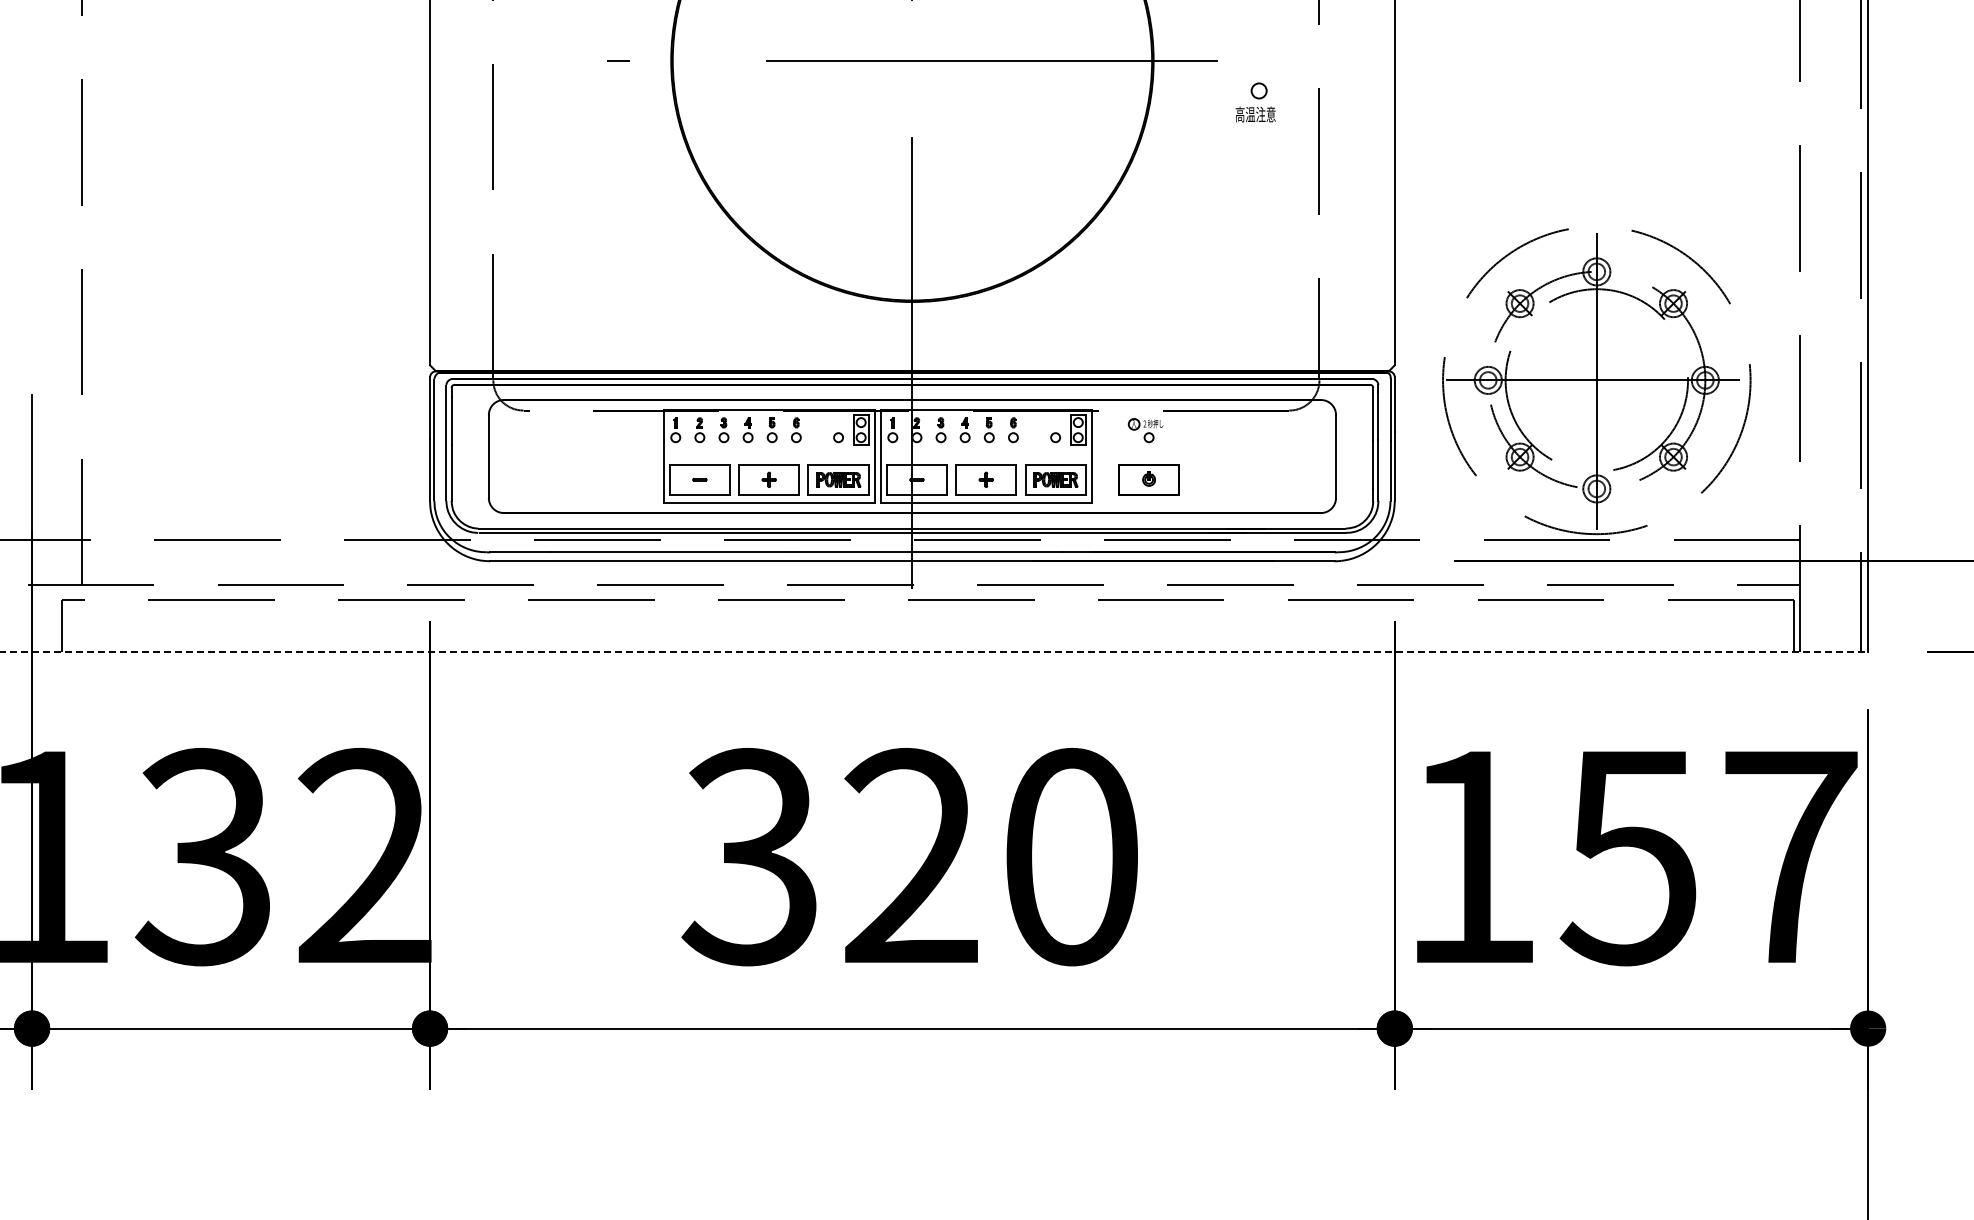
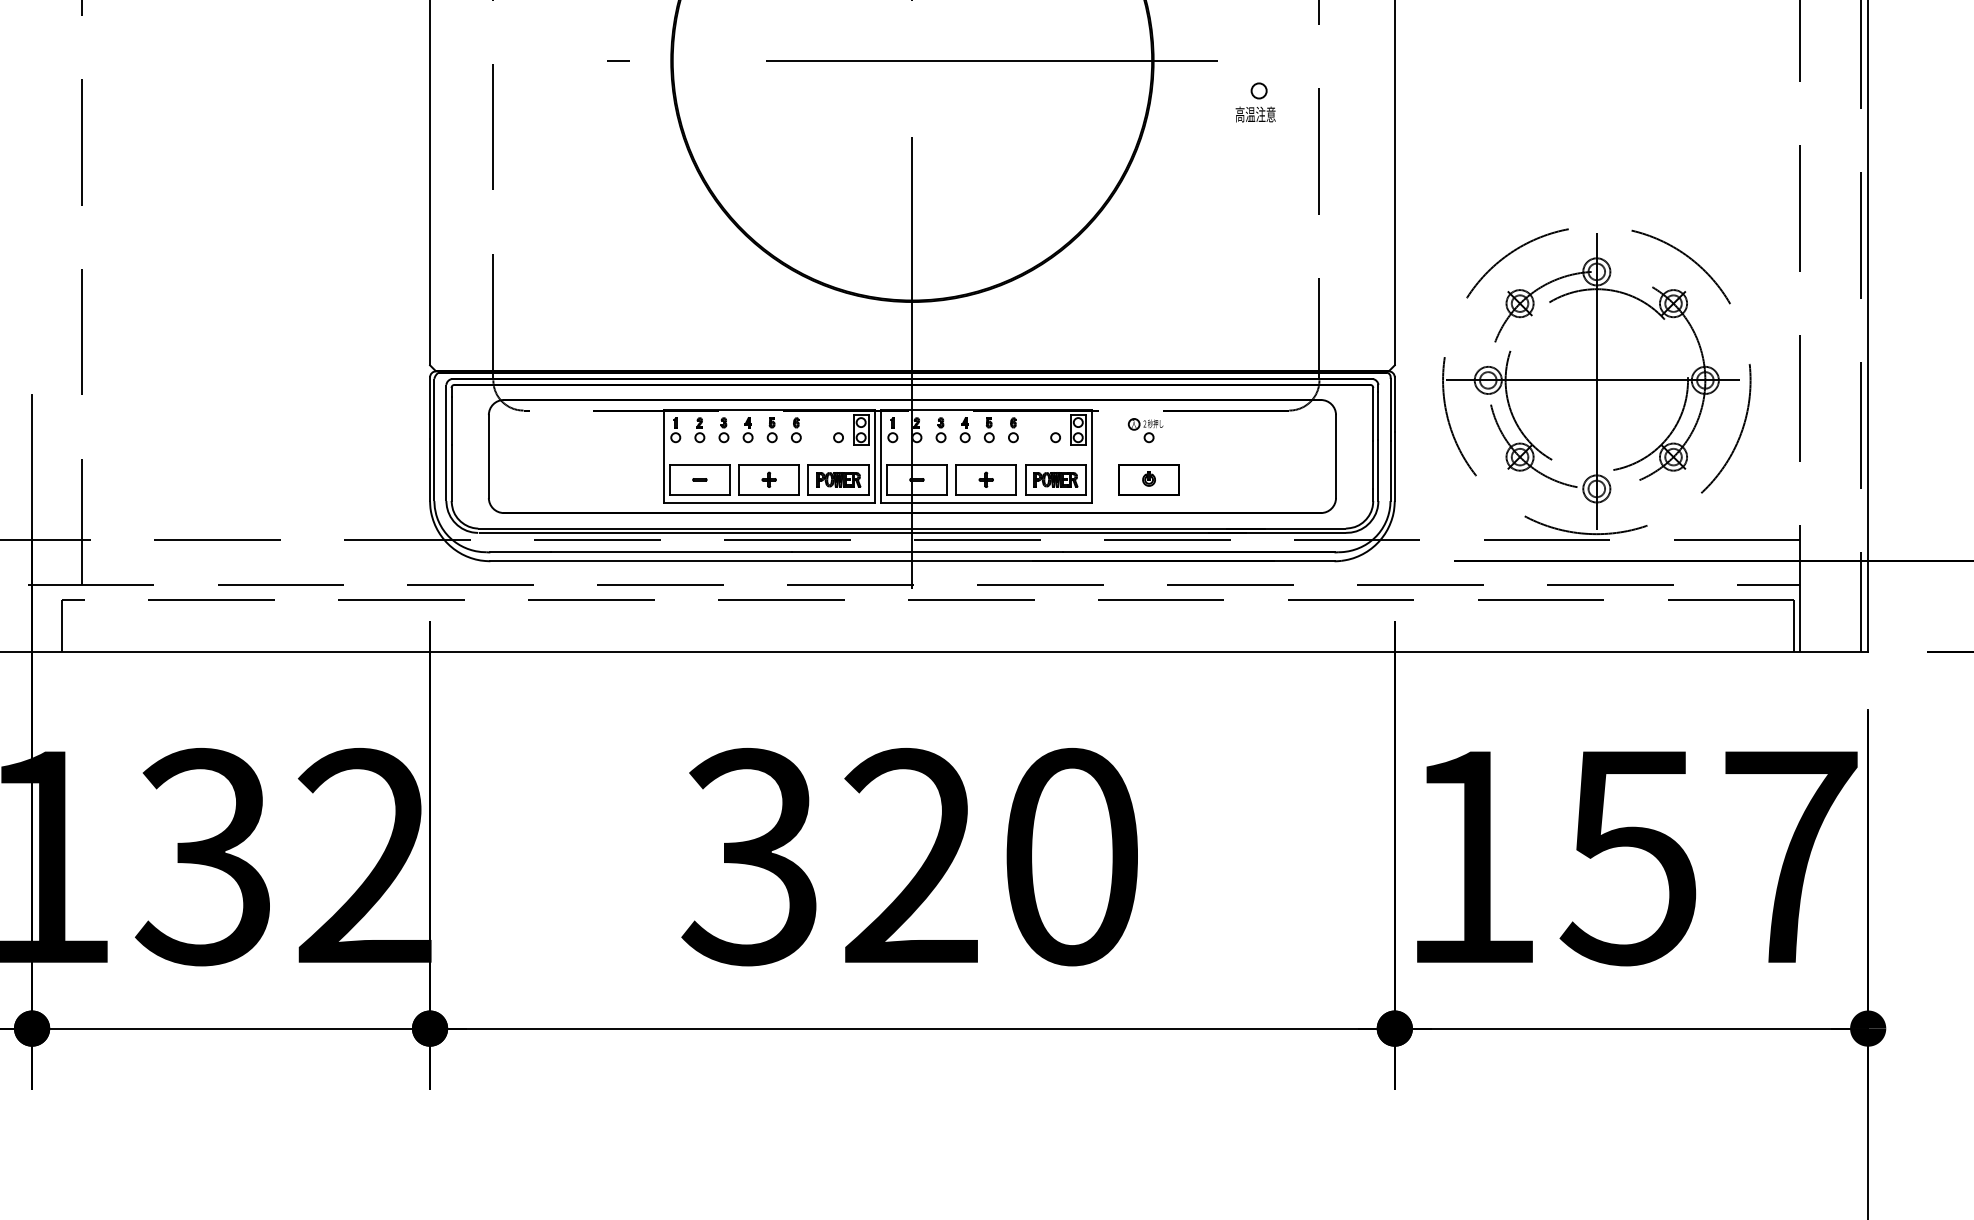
line at (934, 651): dashed -> solid
